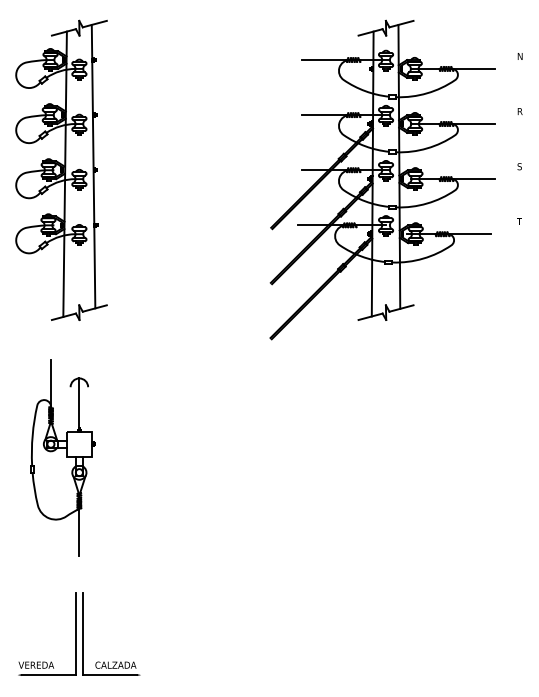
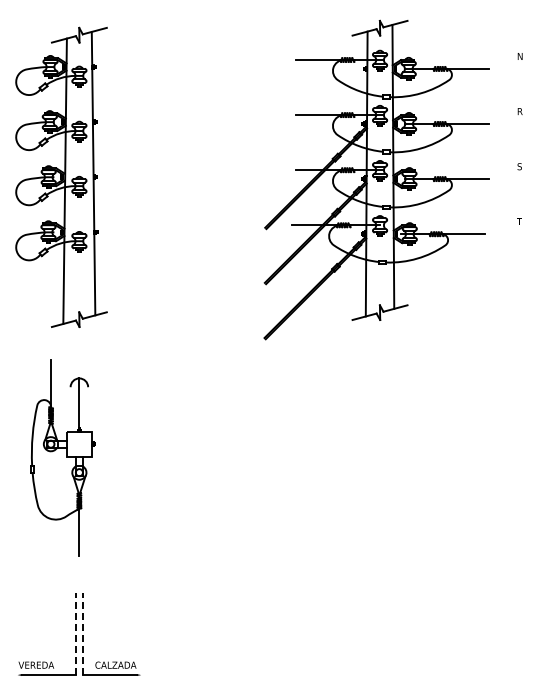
part at (61, 169) position: (61, 169) -> (61, 176)
part at (382, 179) position: (382, 179) -> (376, 179)
line at (75, 633): solid -> dashed
line at (82, 633): solid -> dashed
